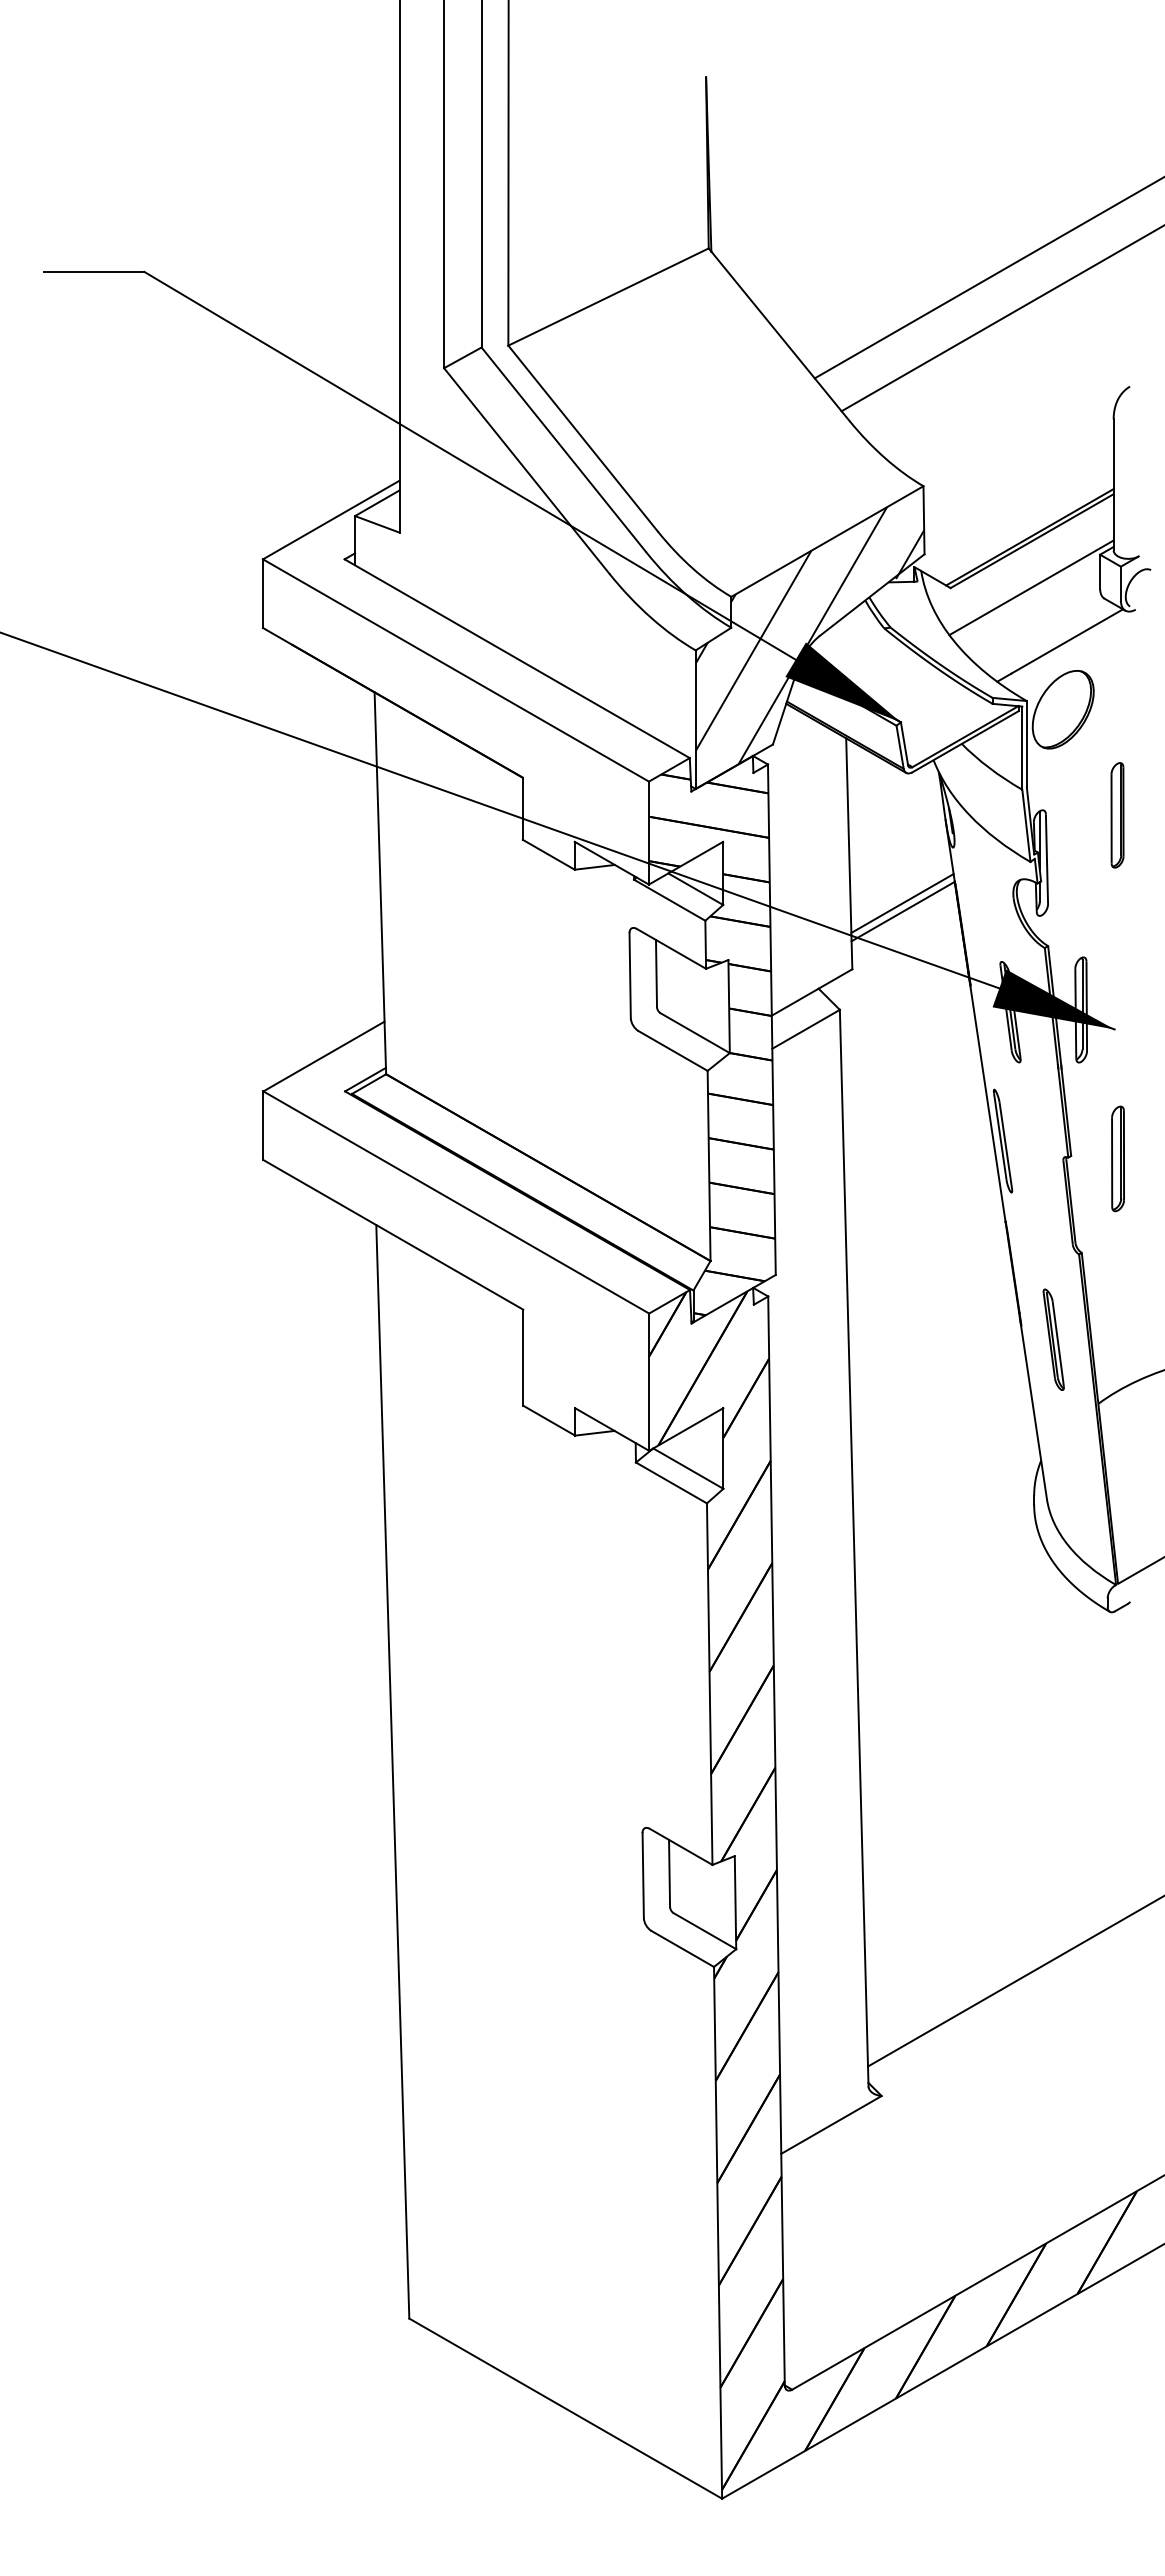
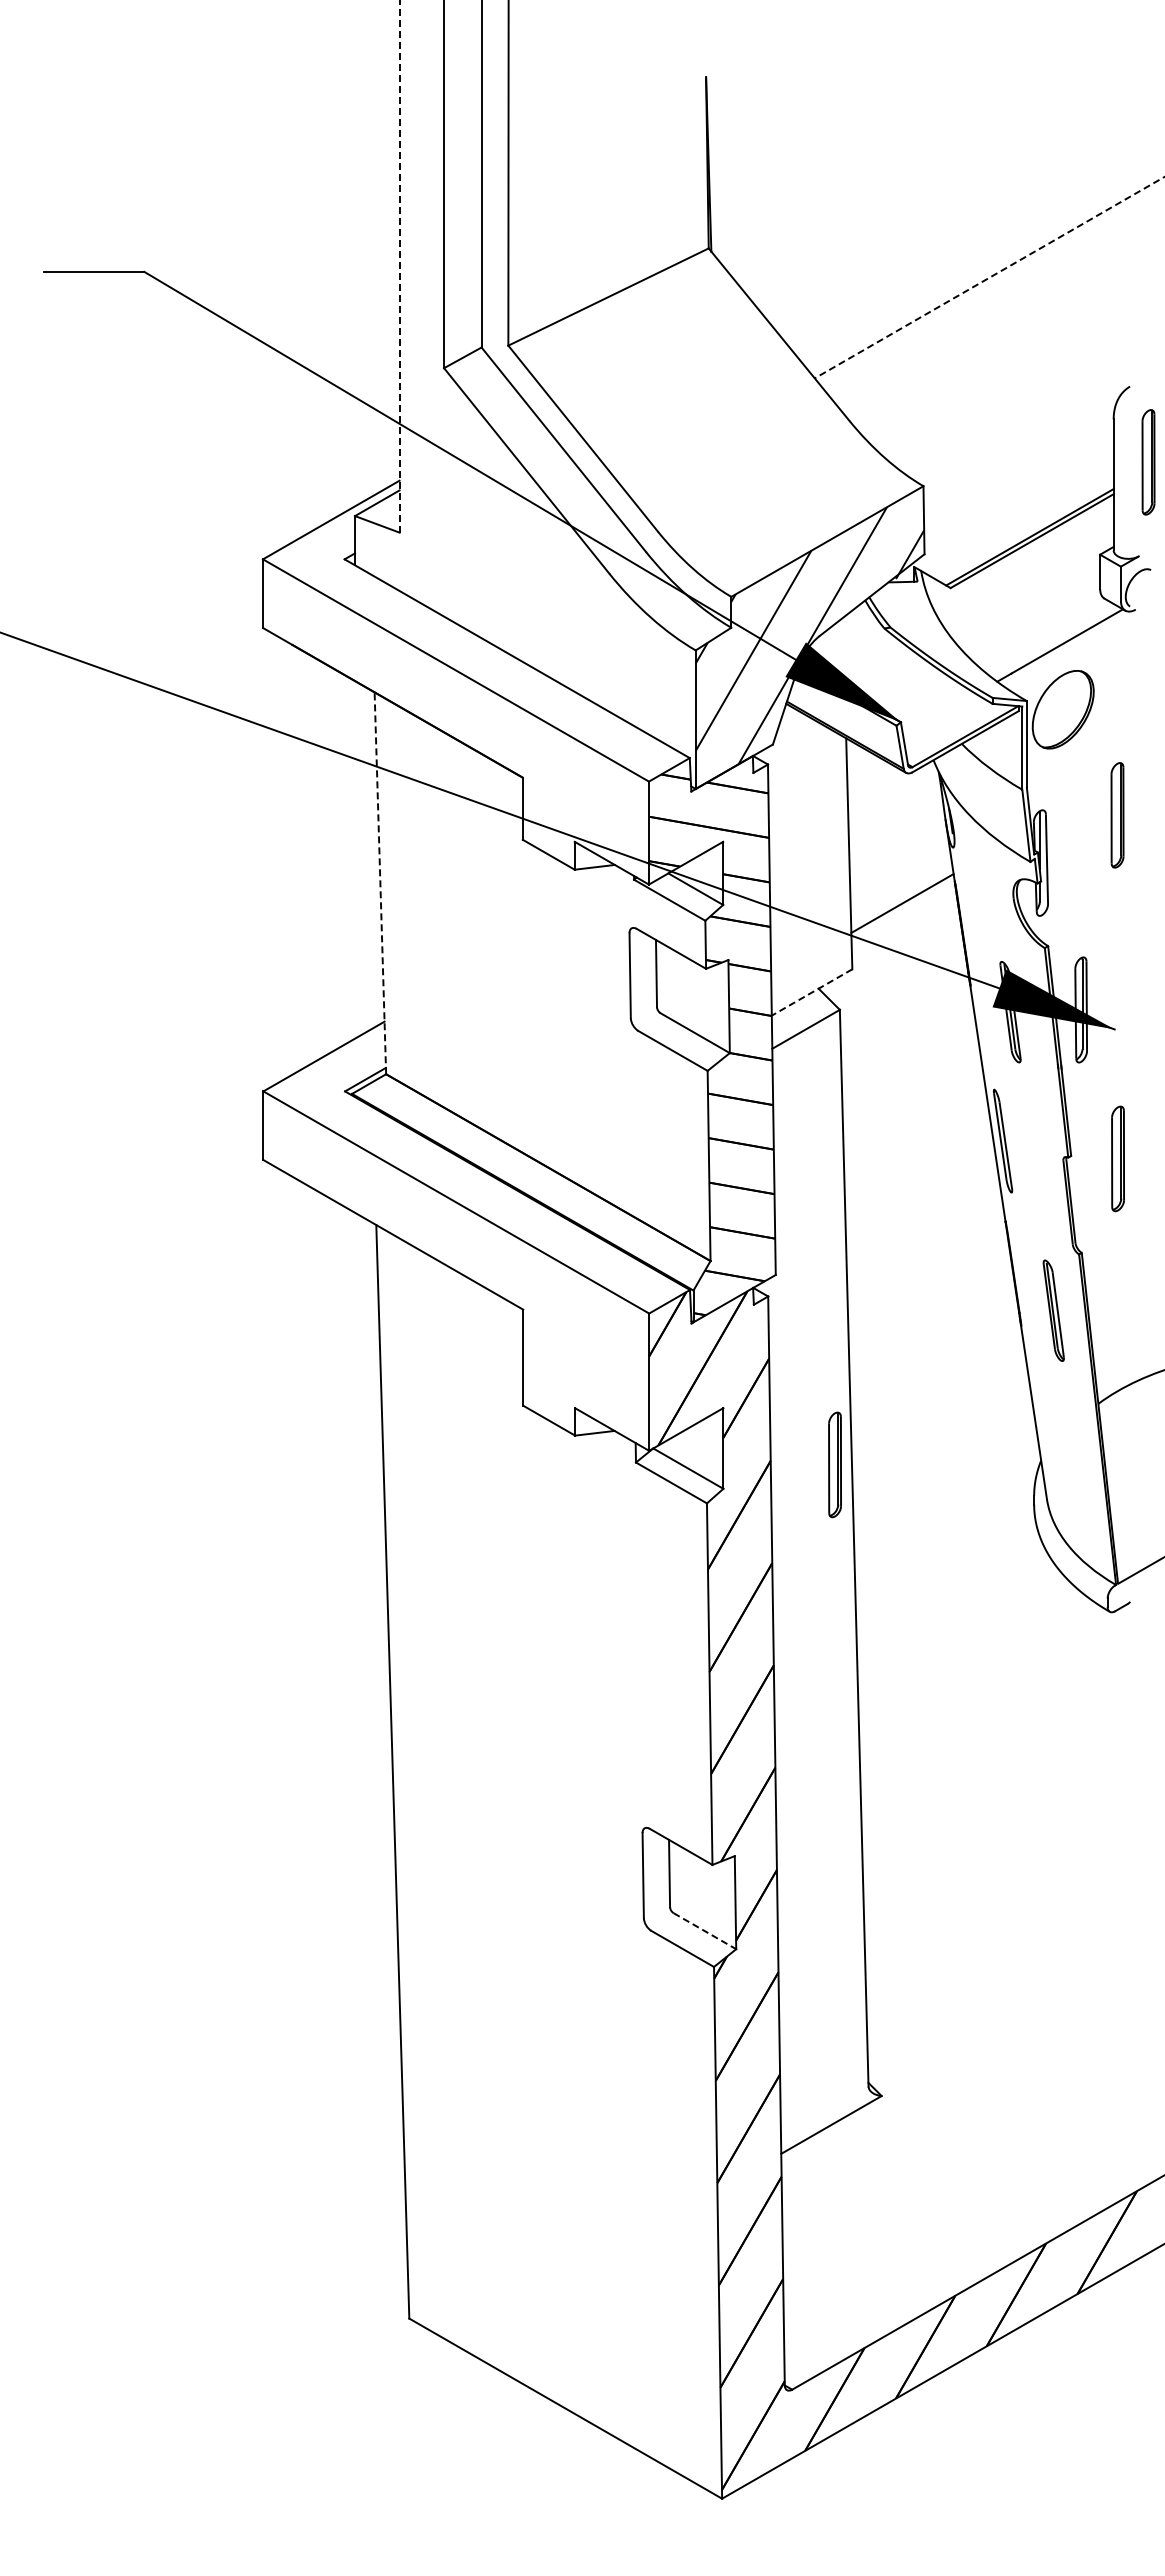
line at (399, 265): solid -> dashed
line at (989, 277): solid -> dashed
line at (1001, 319): present -> none
part at (1148, 462): none -> present
line at (1031, 587): present -> none
line at (380, 883): solid -> dashed
line at (902, 911): present -> none
line at (811, 992): solid -> dashed
part at (1053, 1339) position: (1053, 1339) -> (1053, 1310)
part at (834, 1464): none -> present
line at (705, 1931): solid -> dashed
line at (1014, 1981): present -> none
